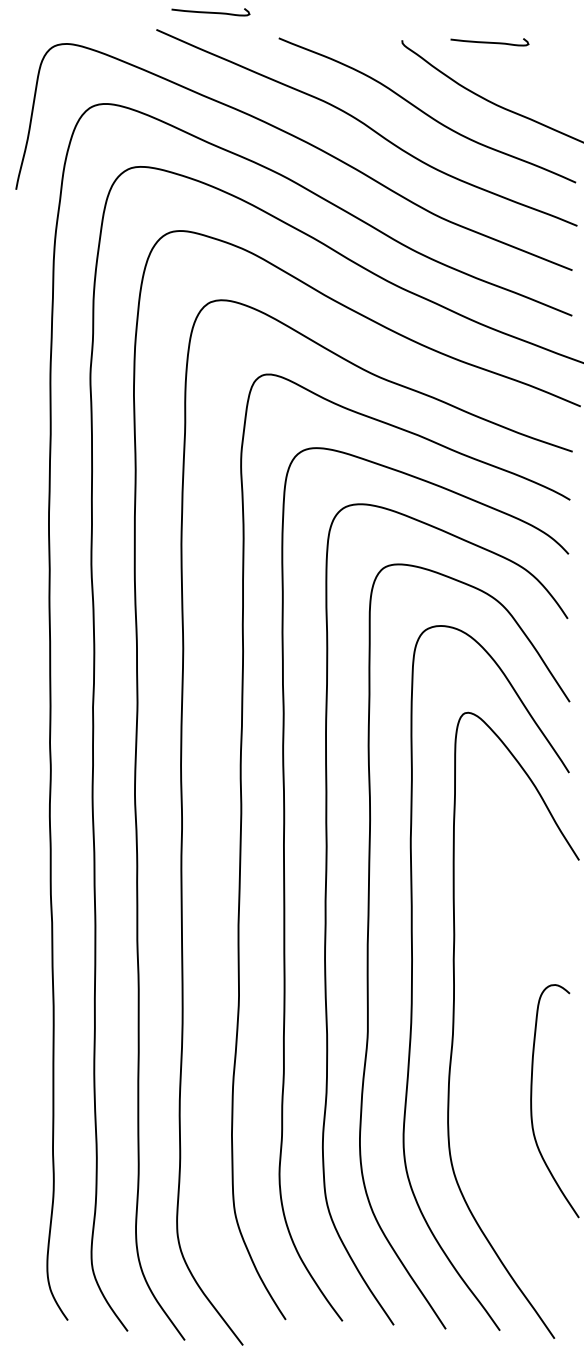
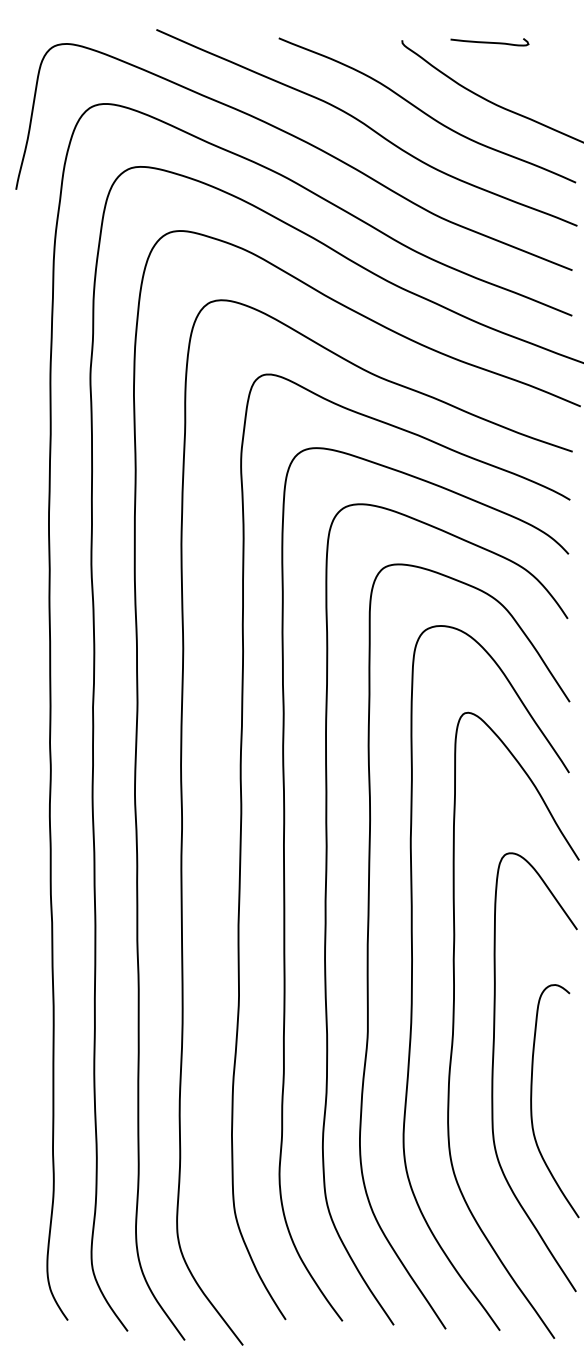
curve at (210, 12): present -> none
curve at (493, 1072): none -> present
